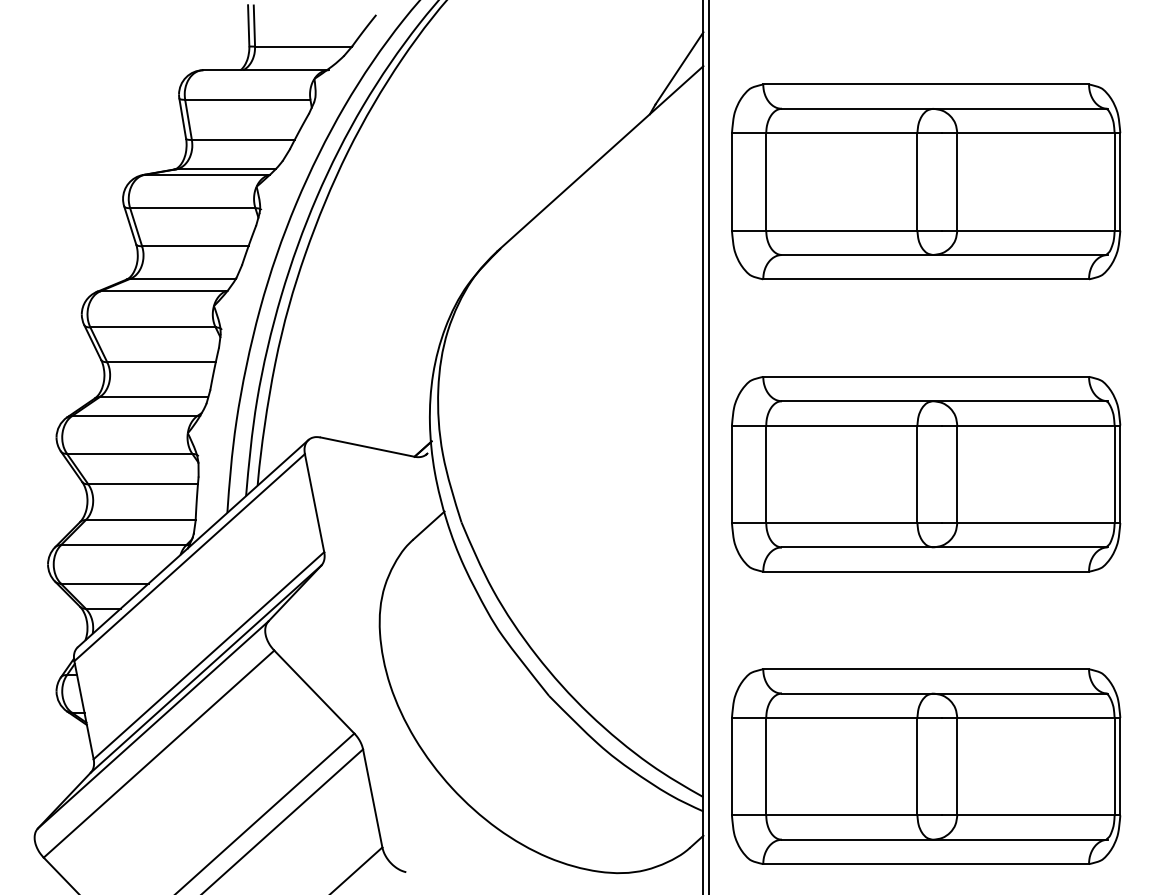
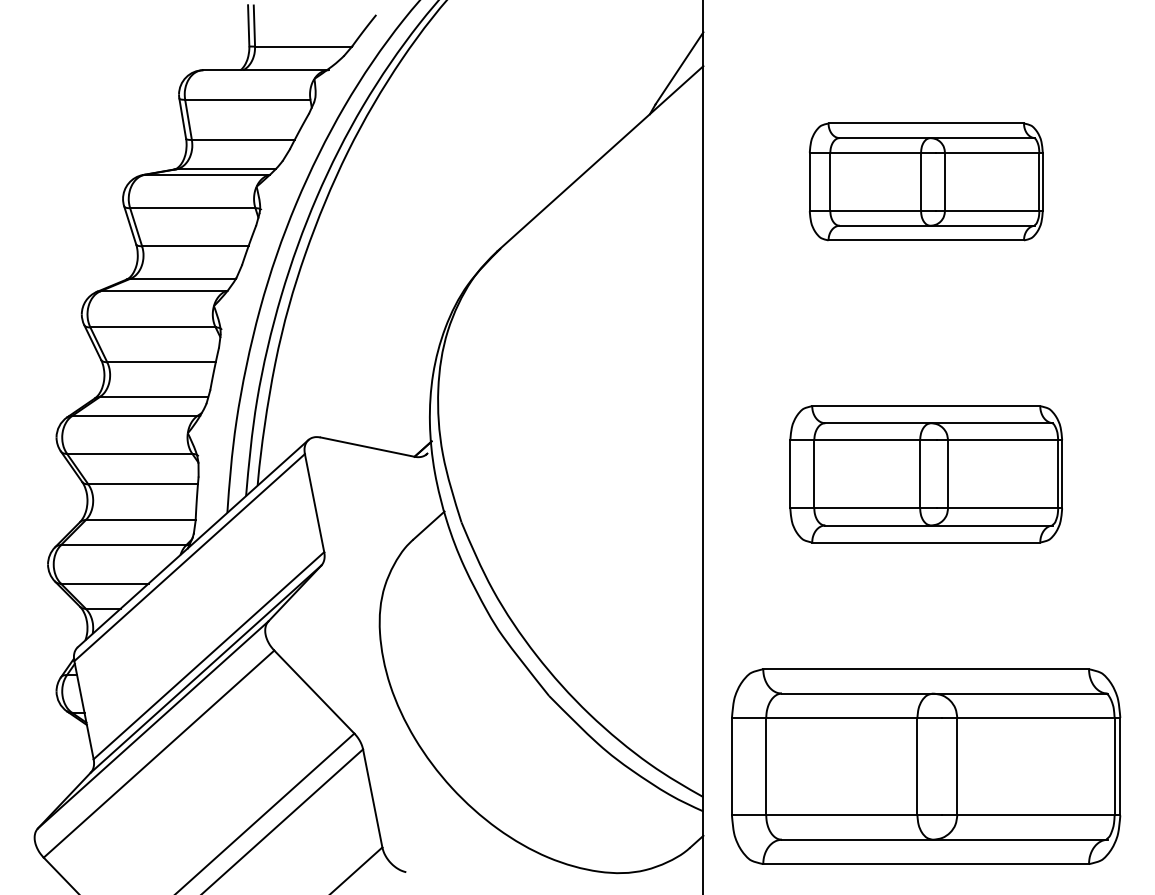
part at (926, 181) size: 391x198 px -> 235x120 px
line at (709, 446): present -> none
part at (926, 474) size: 391x197 px -> 274x139 px
